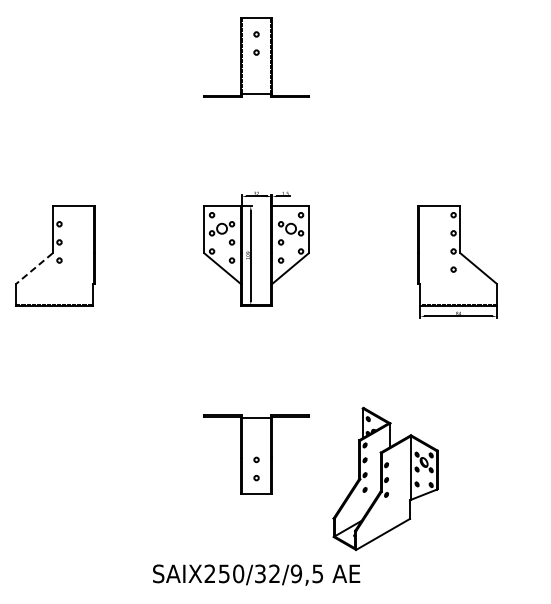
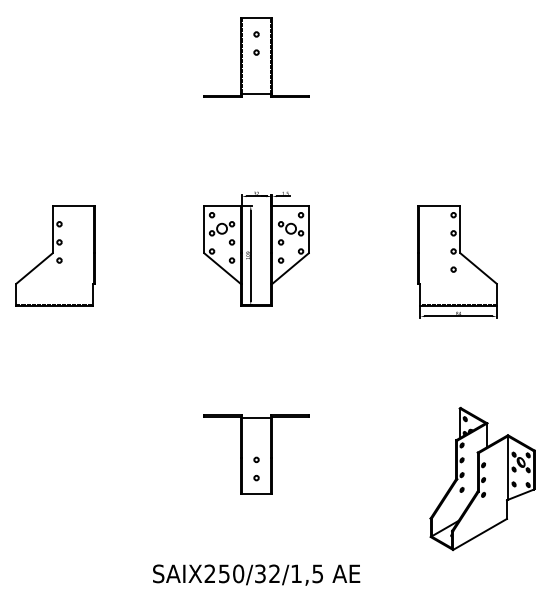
line at (34, 268): dashed -> solid
part at (385, 478) position: (385, 478) -> (482, 478)
text at (295, 573): SAIX250/32/9,5 -> SAIX250/32/1,5
